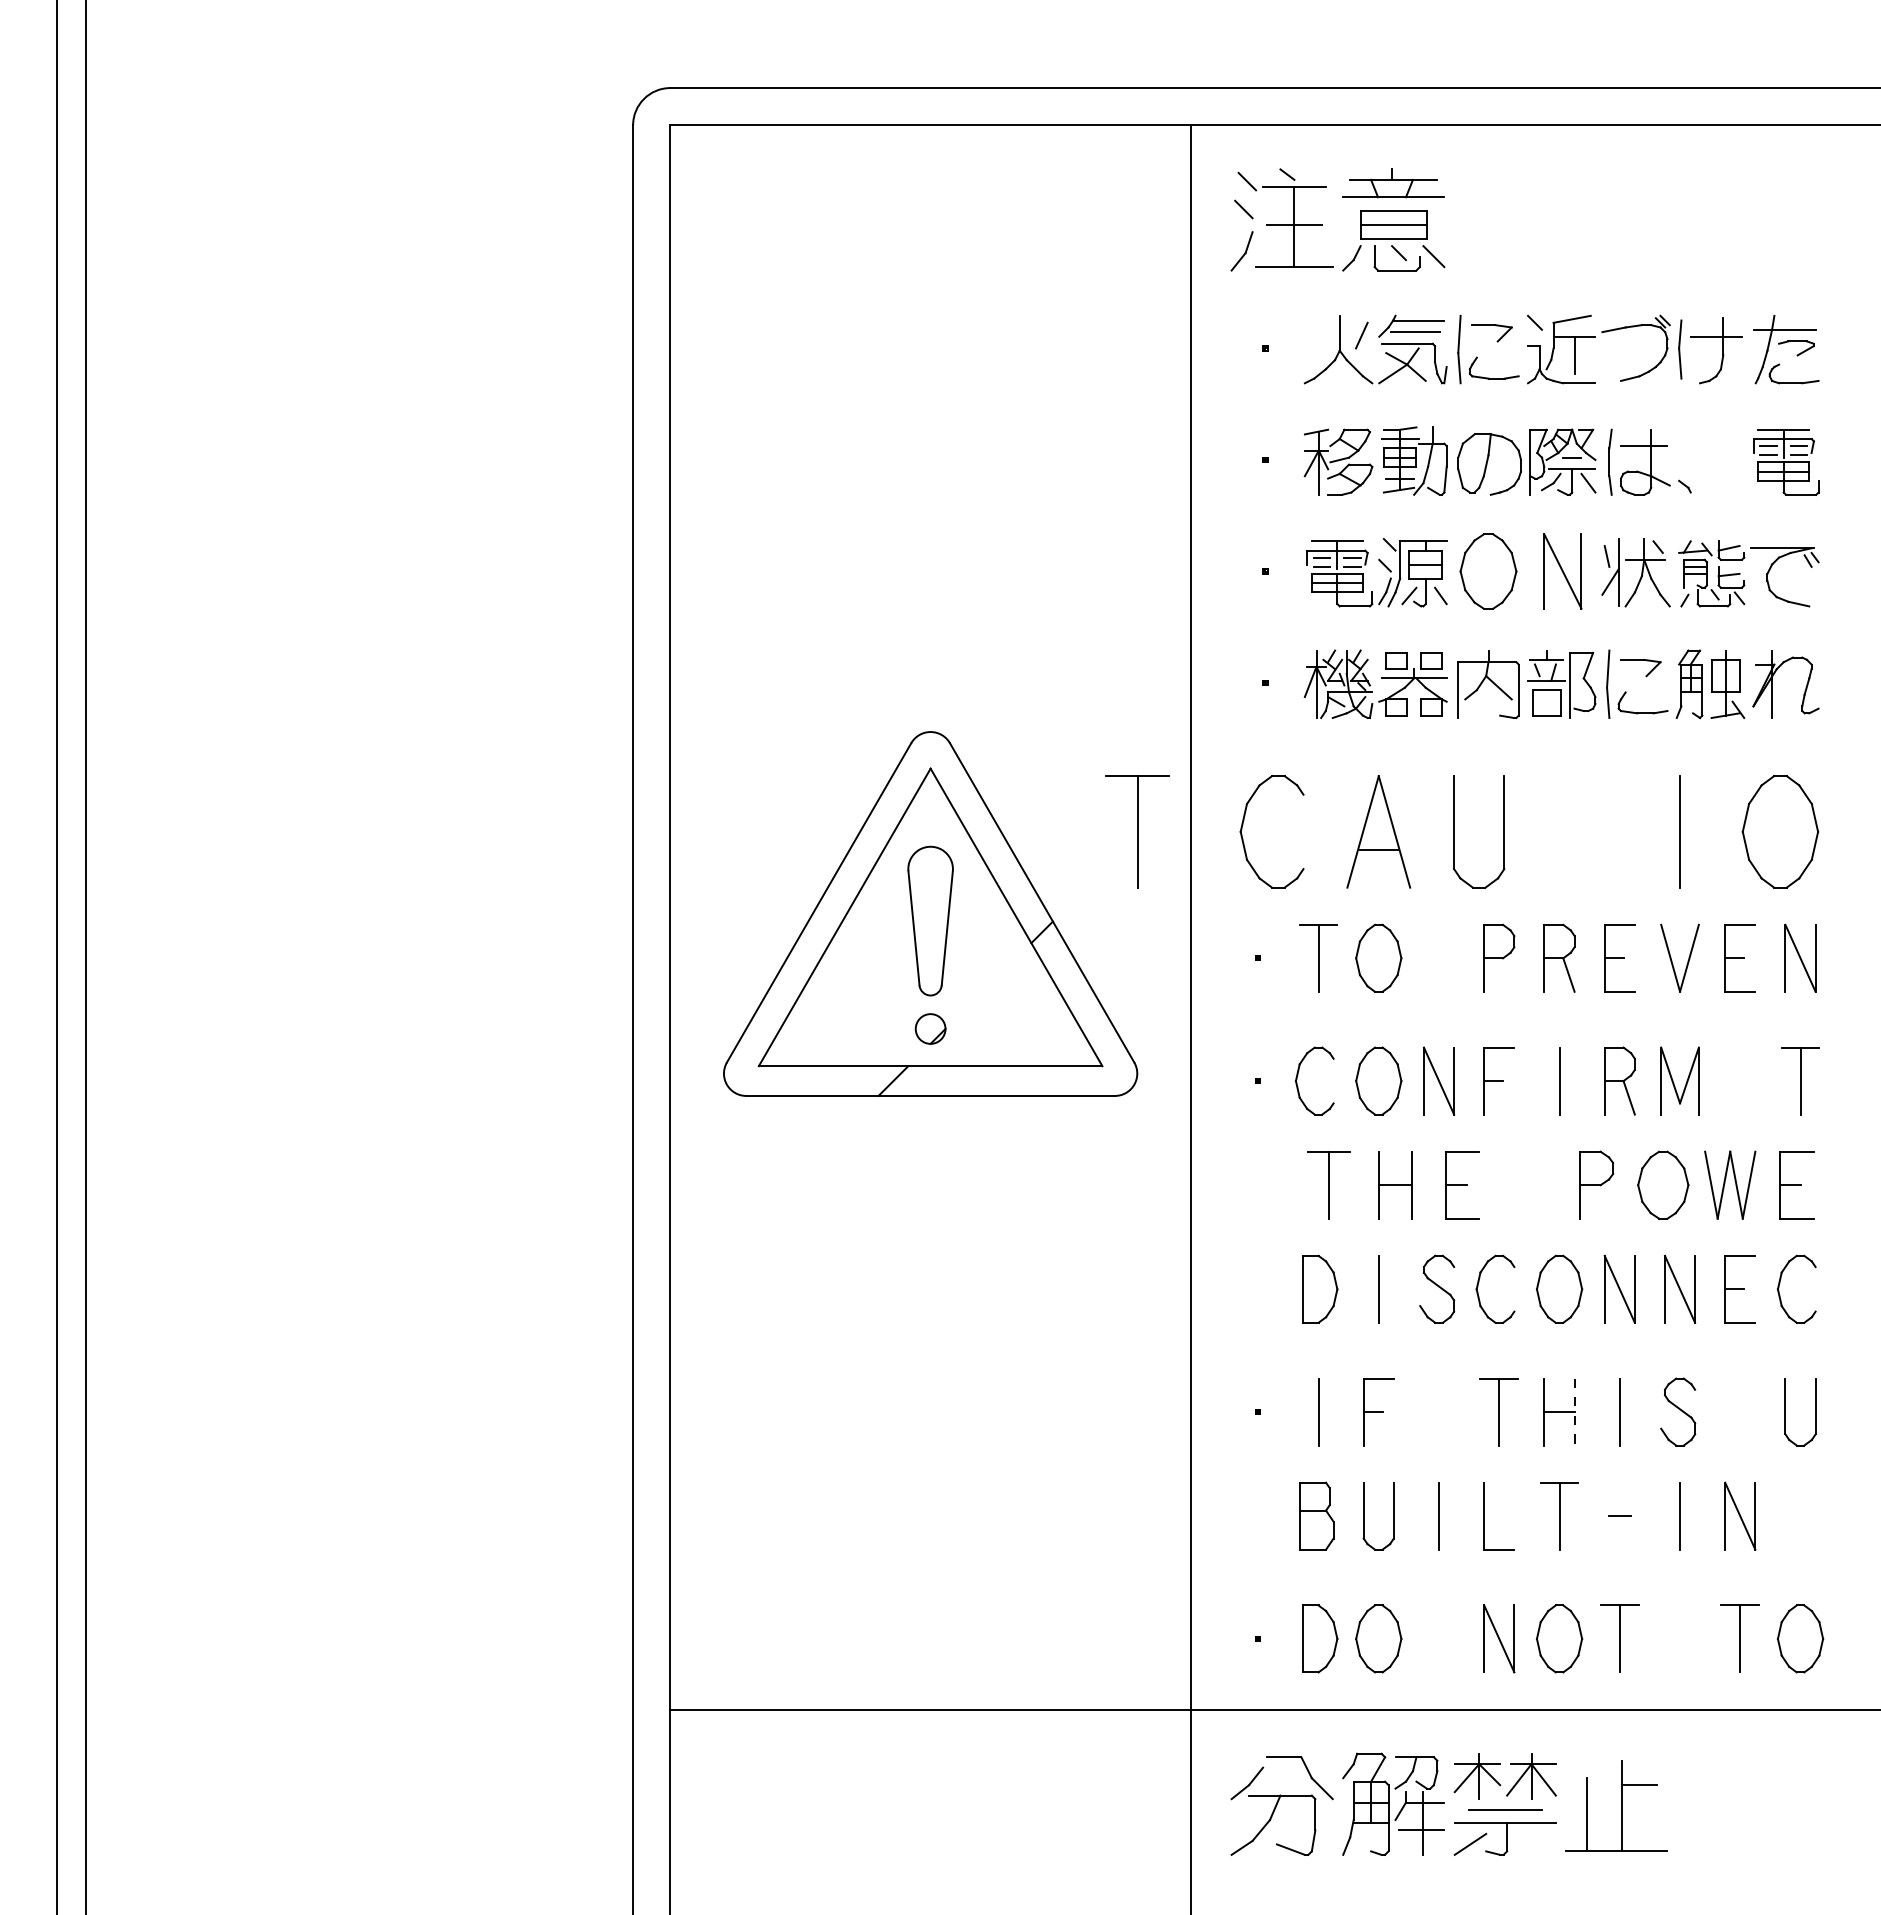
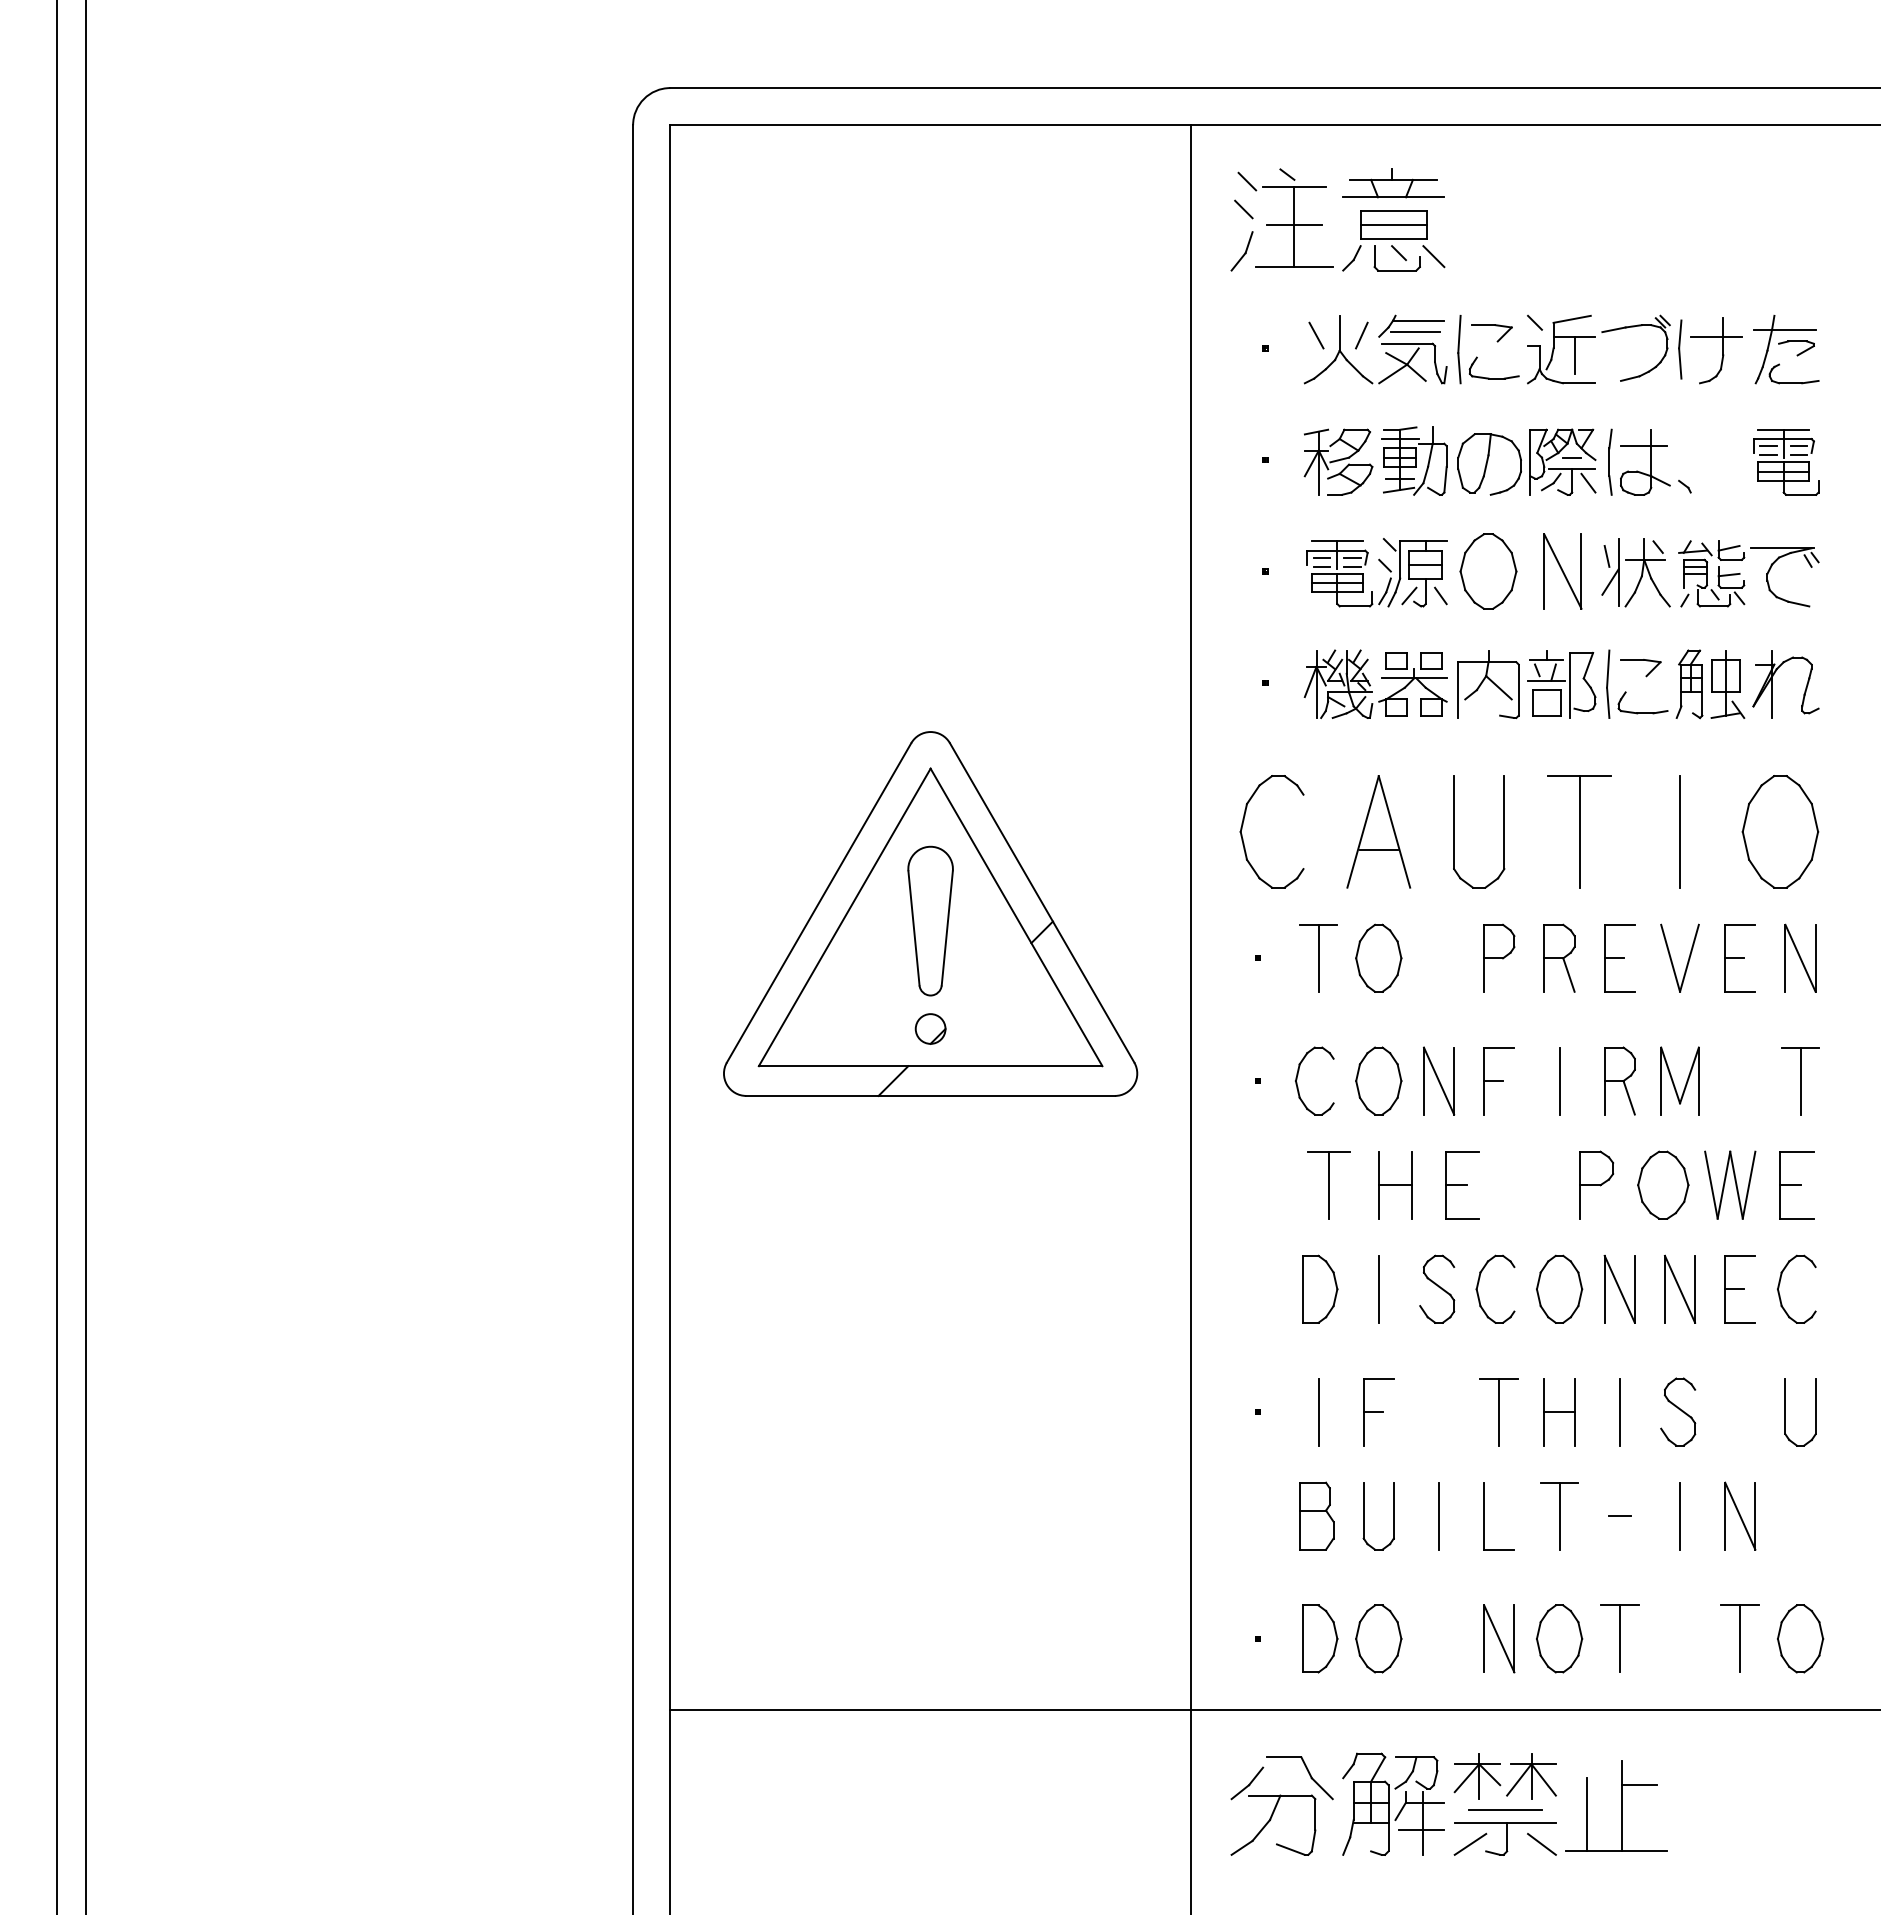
line at (1316, 335): none -> present
part at (1137, 831) position: (1137, 831) -> (1579, 831)
line at (1574, 1412): dashed -> solid
line at (1541, 1843): none -> present
